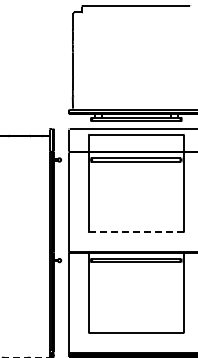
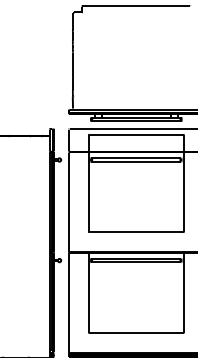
line at (136, 232): dashed -> solid
line at (25, 357): dashed -> solid
